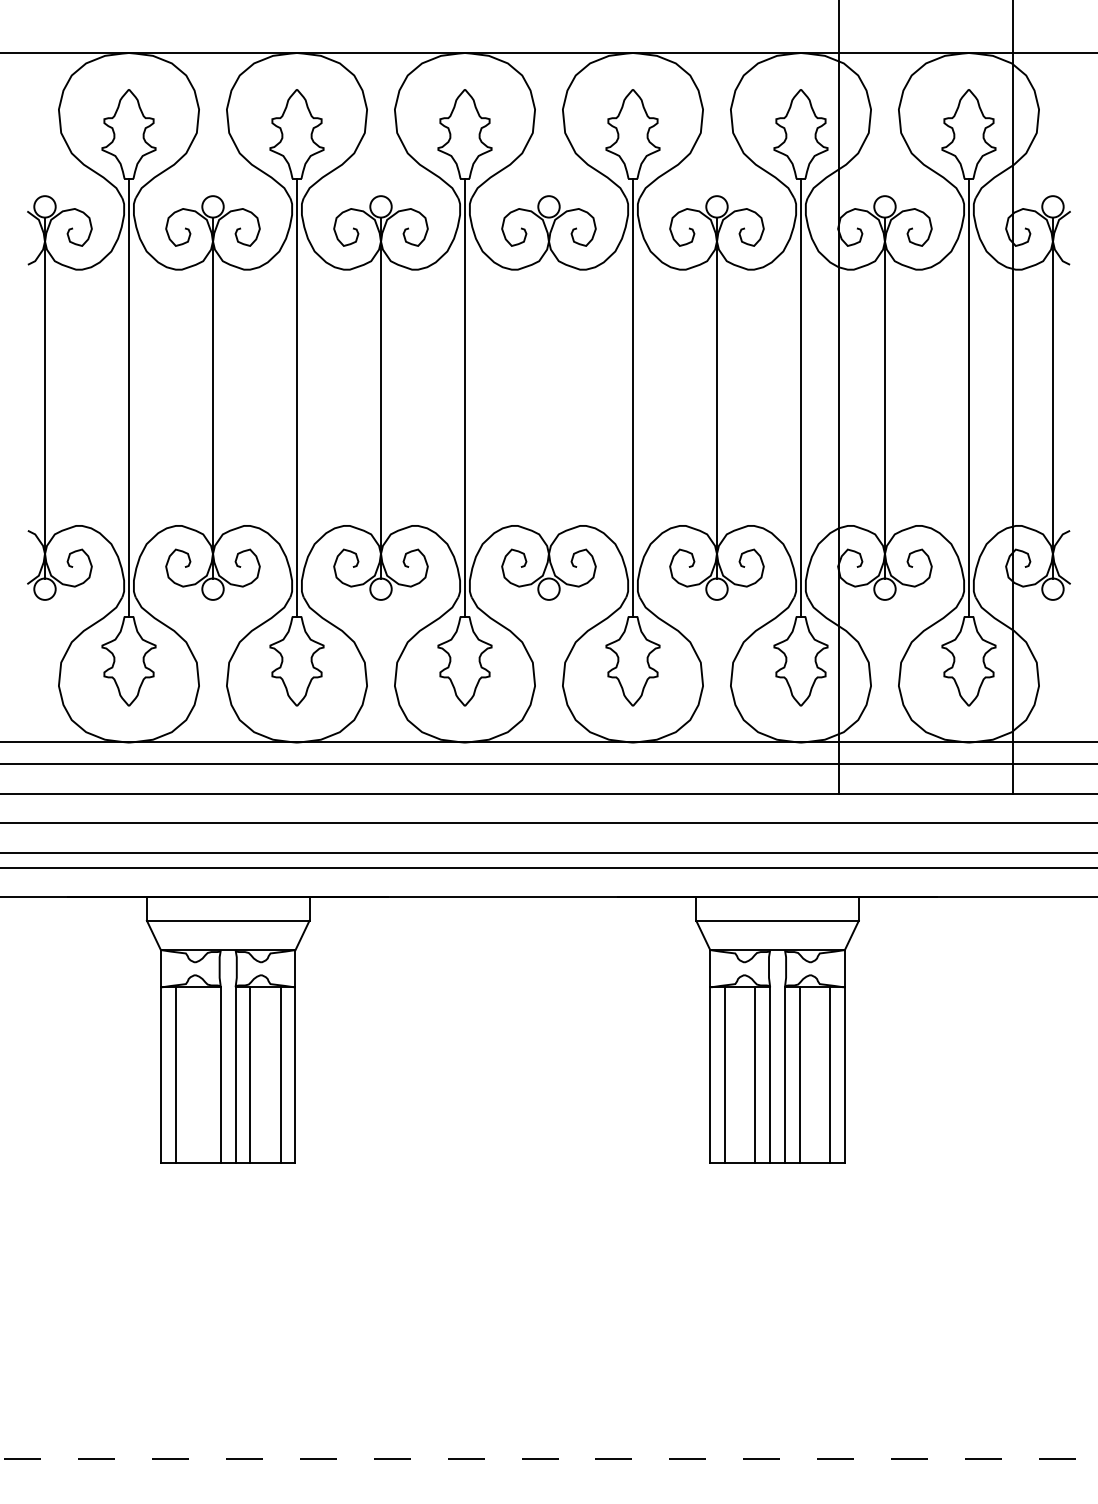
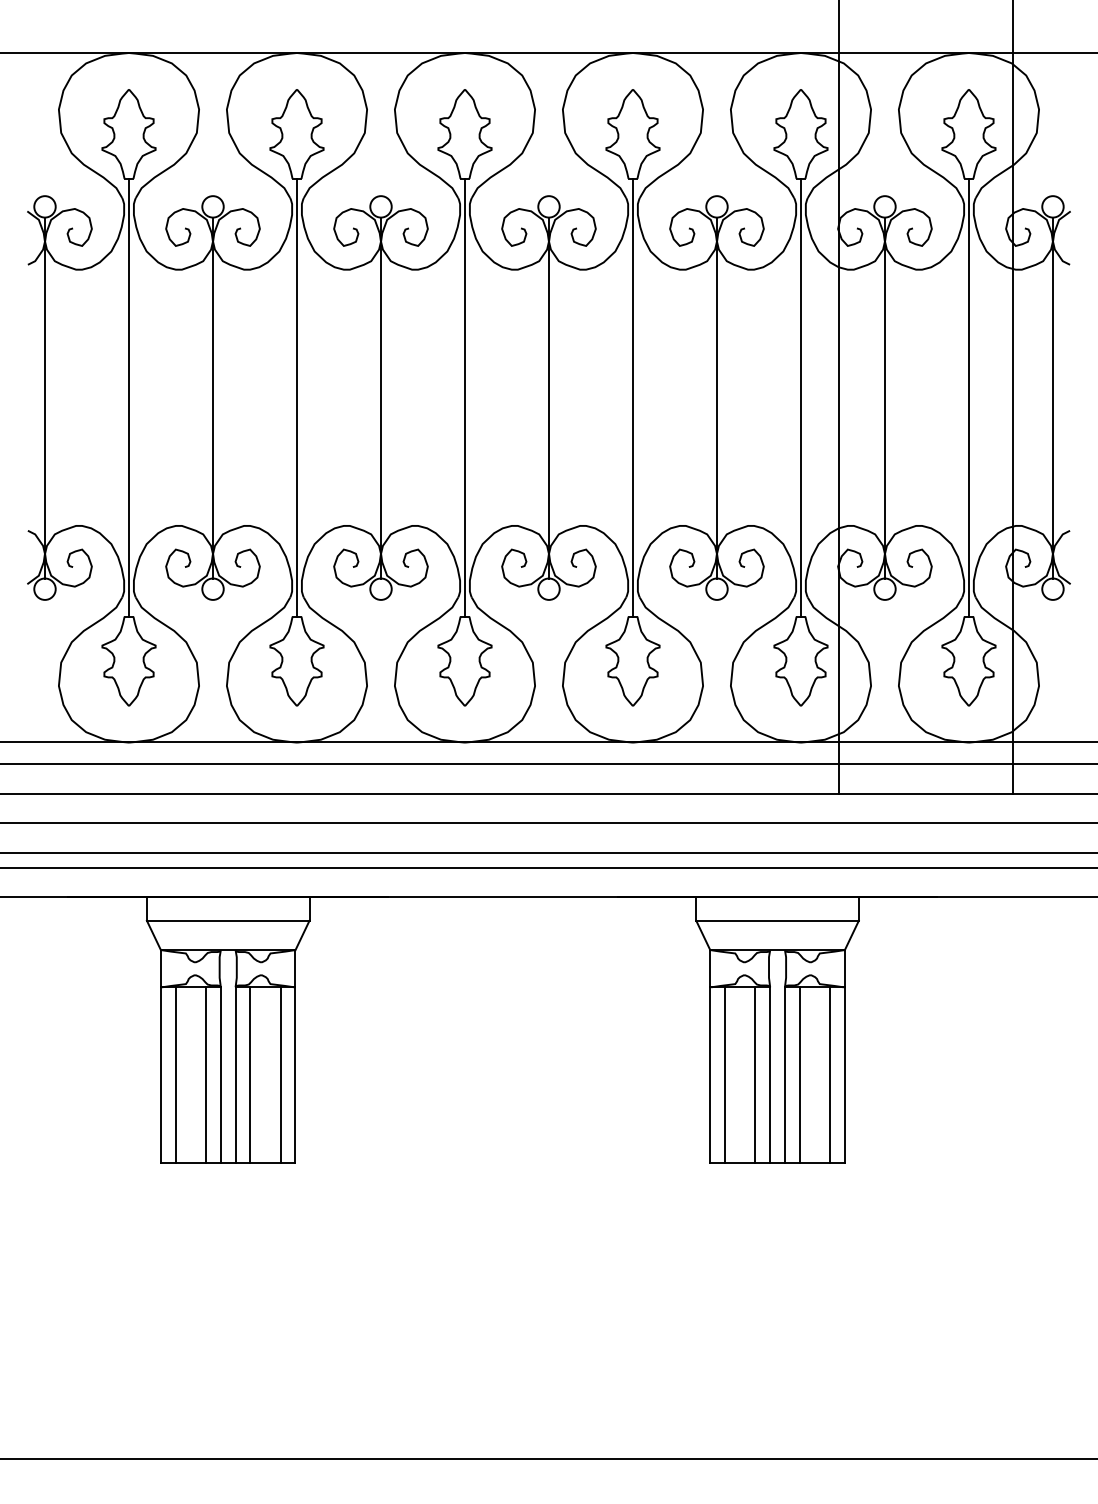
line at (549, 397): none -> present
line at (206, 1075): none -> present
line at (549, 1458): dashed -> solid
